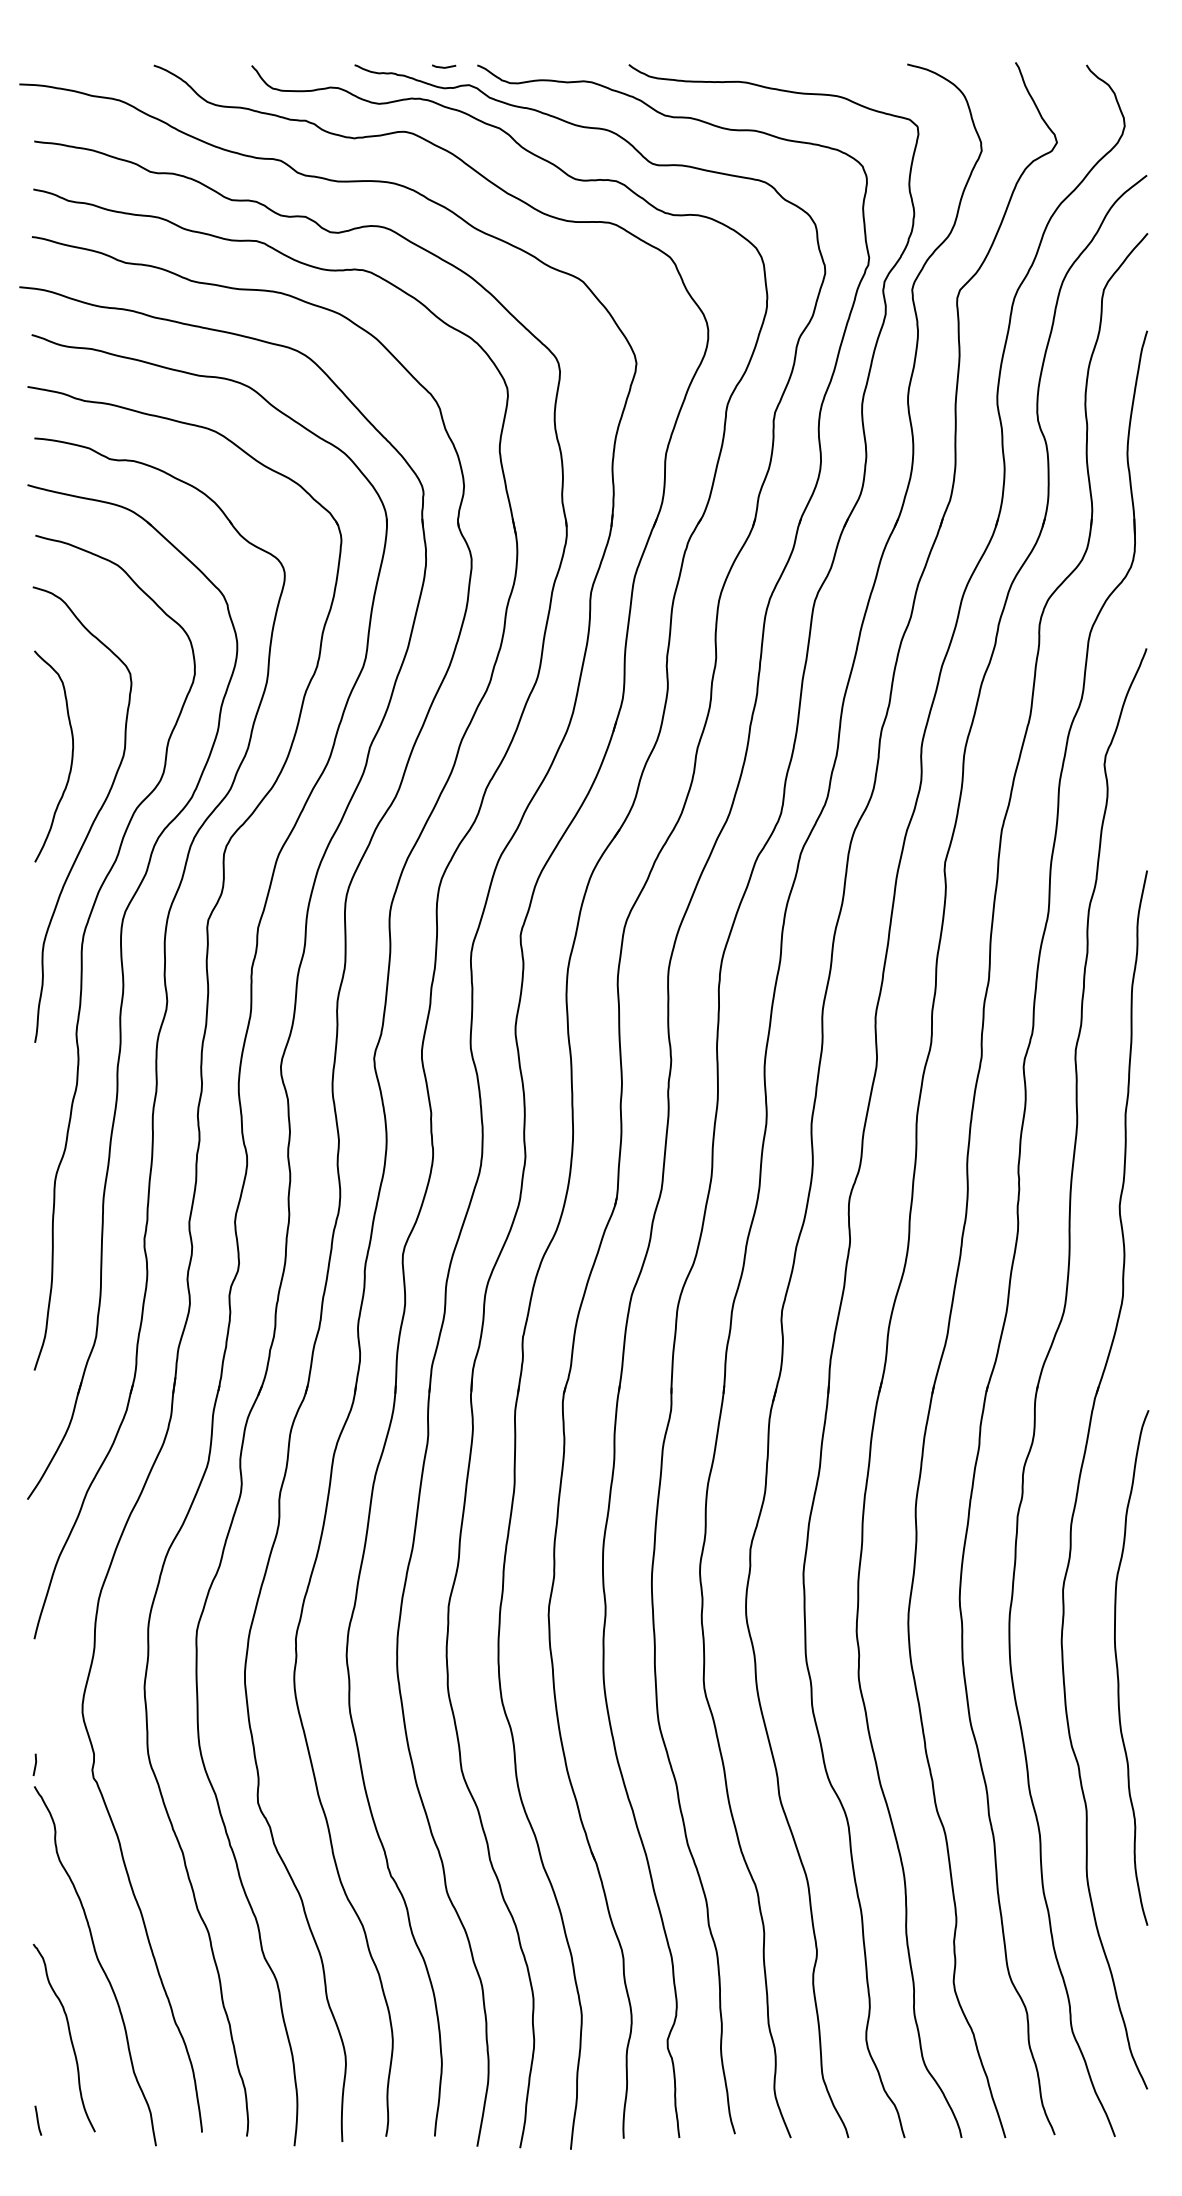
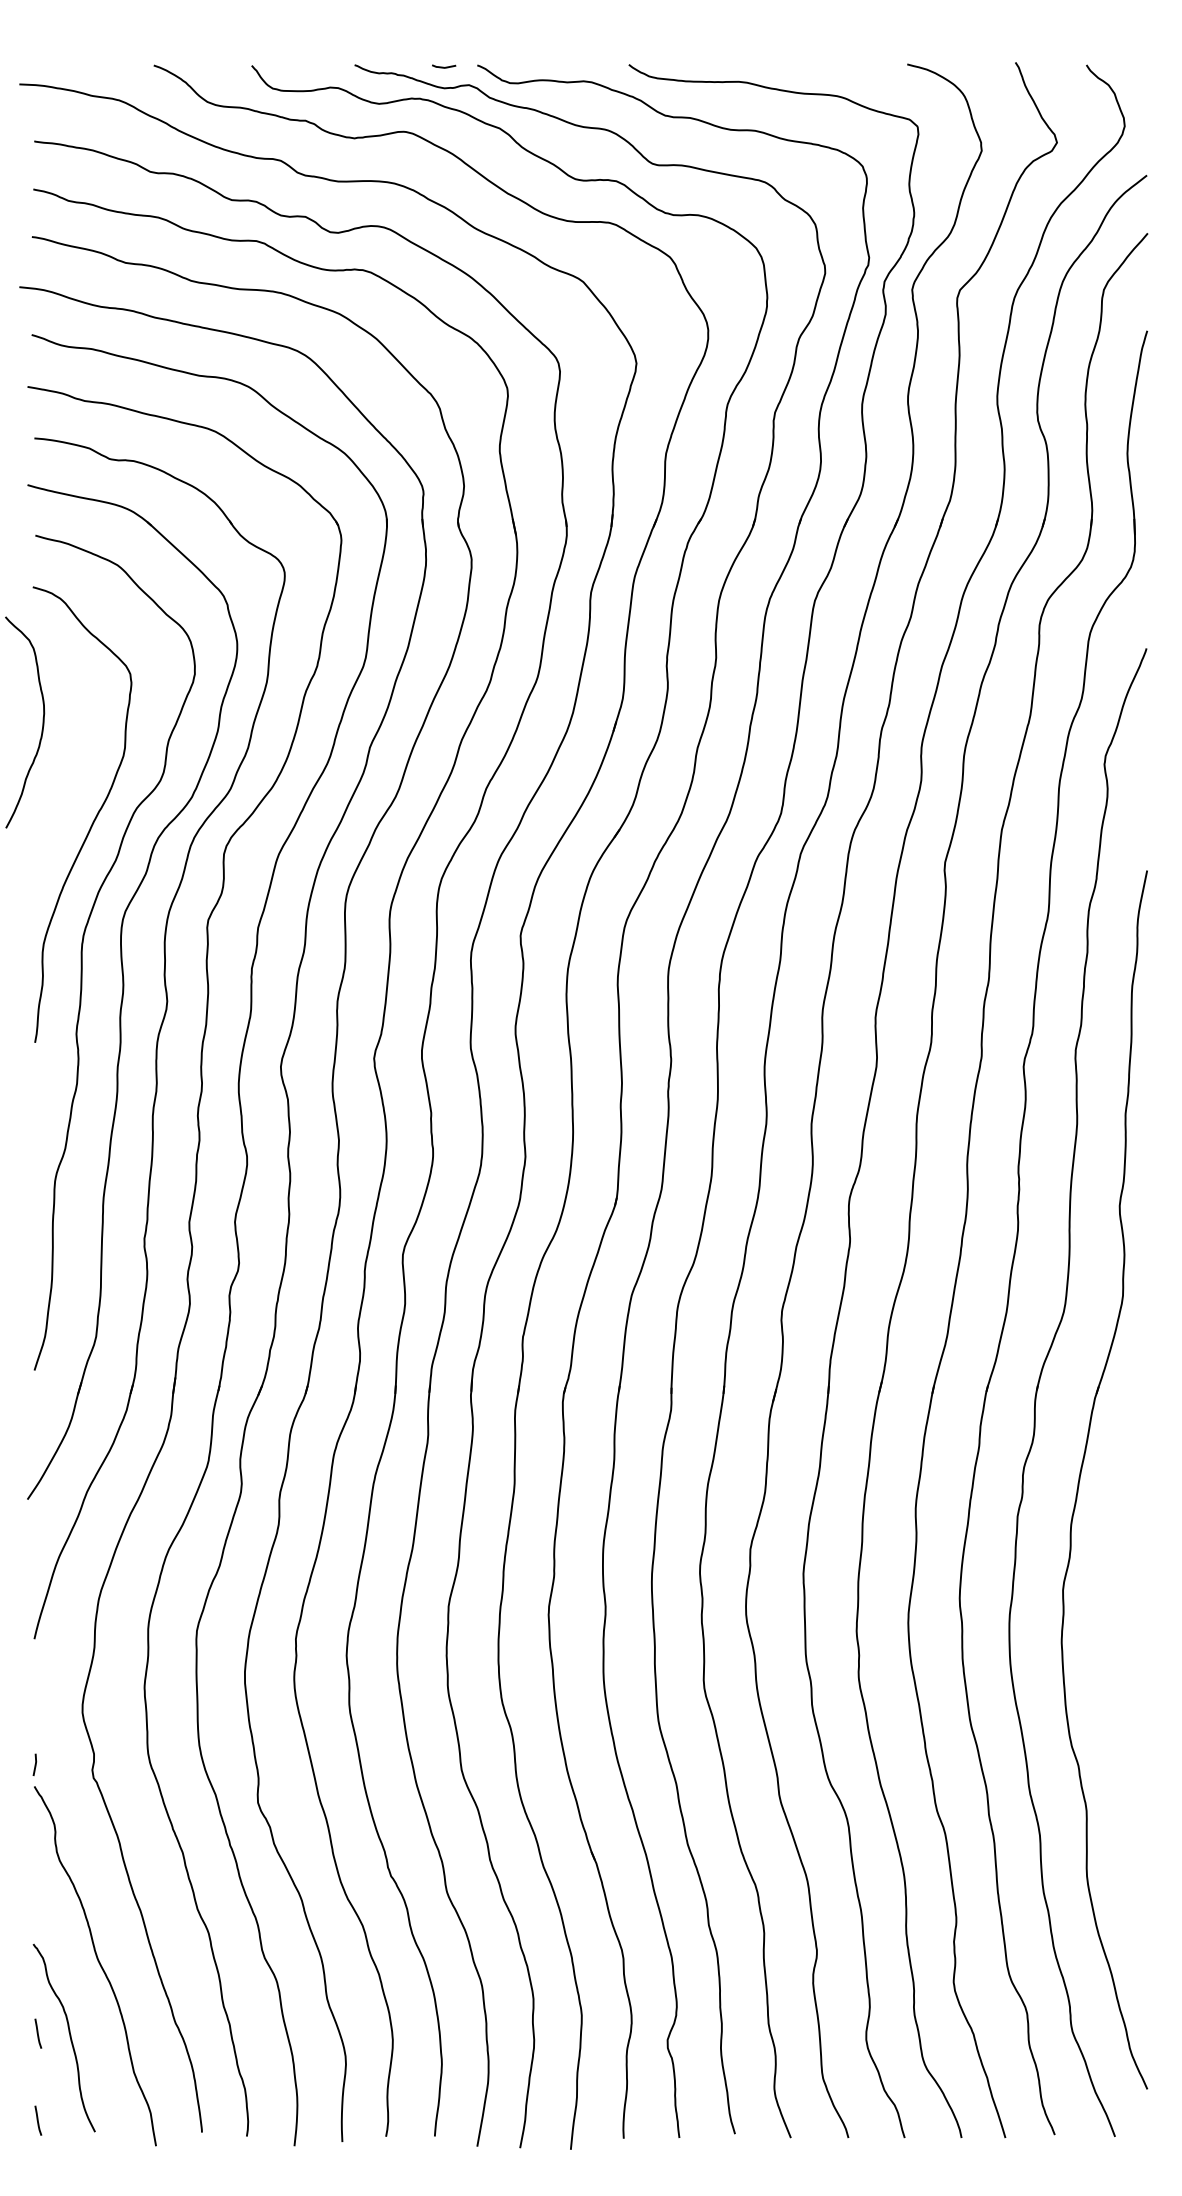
curve at (71, 756) position: (71, 756) -> (42, 722)
curve at (1118, 1667): present -> none
line at (38, 2033): none -> present
